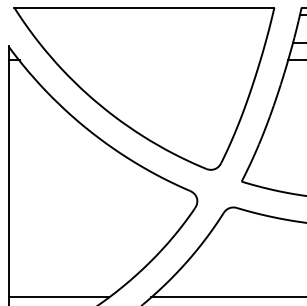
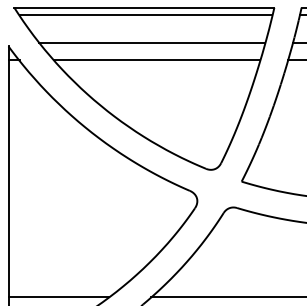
line at (145, 15): none -> present
line at (152, 42): none -> present
line at (157, 60): none -> present
